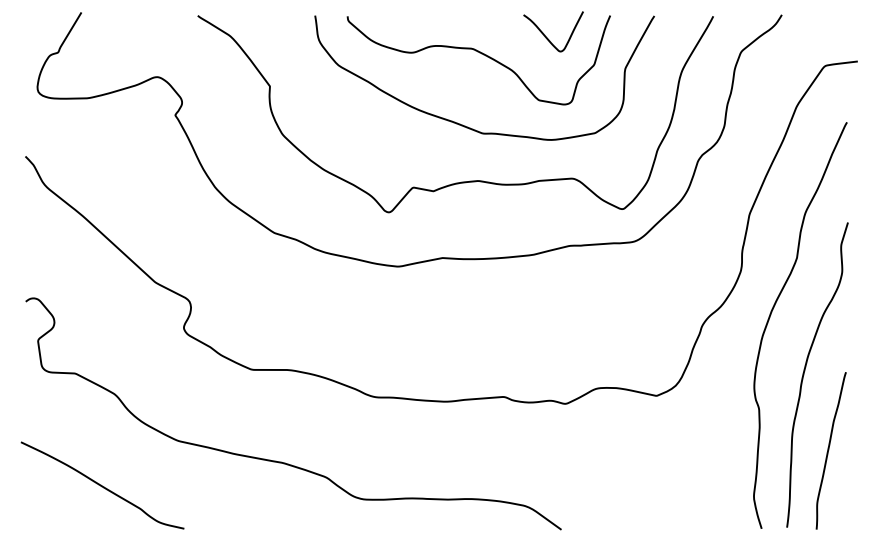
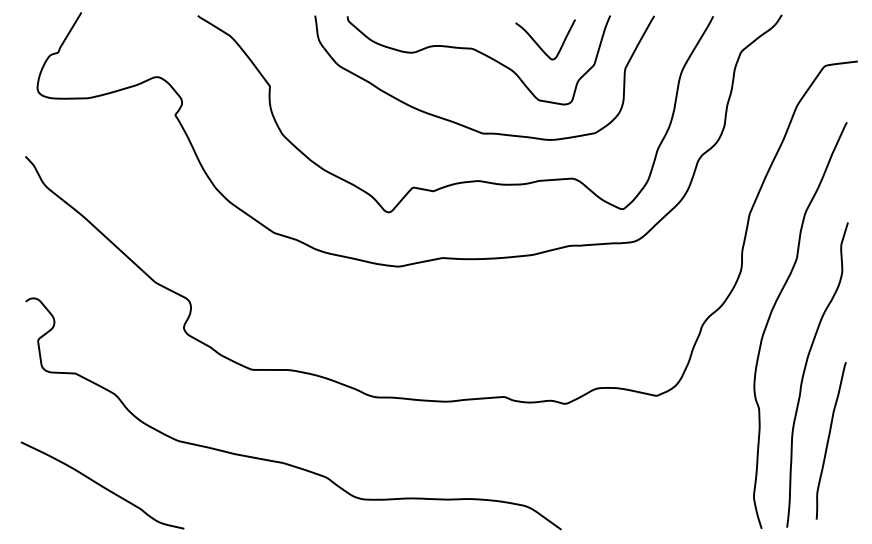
curve at (547, 37) position: (547, 37) -> (539, 45)
curve at (829, 450) position: (829, 450) -> (829, 440)
